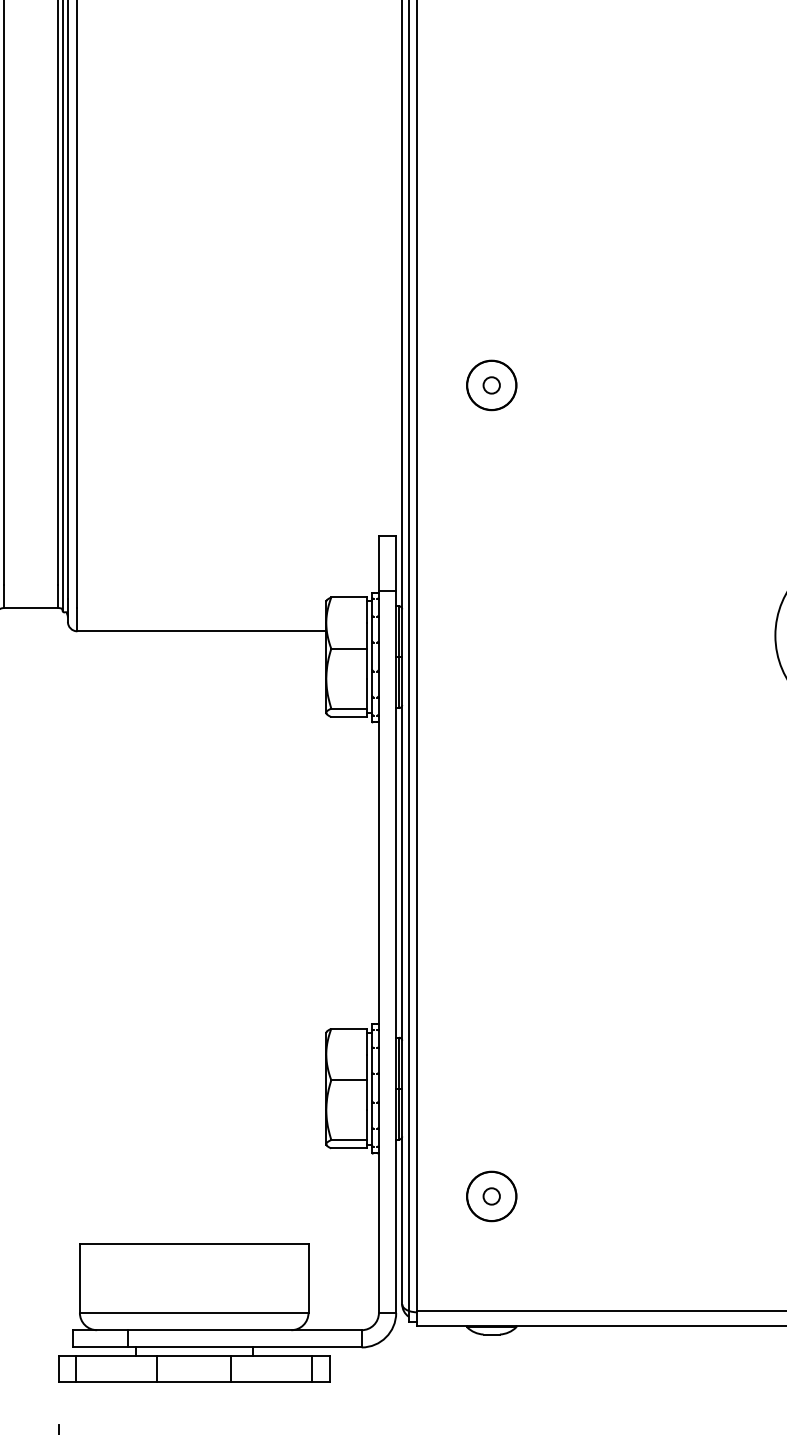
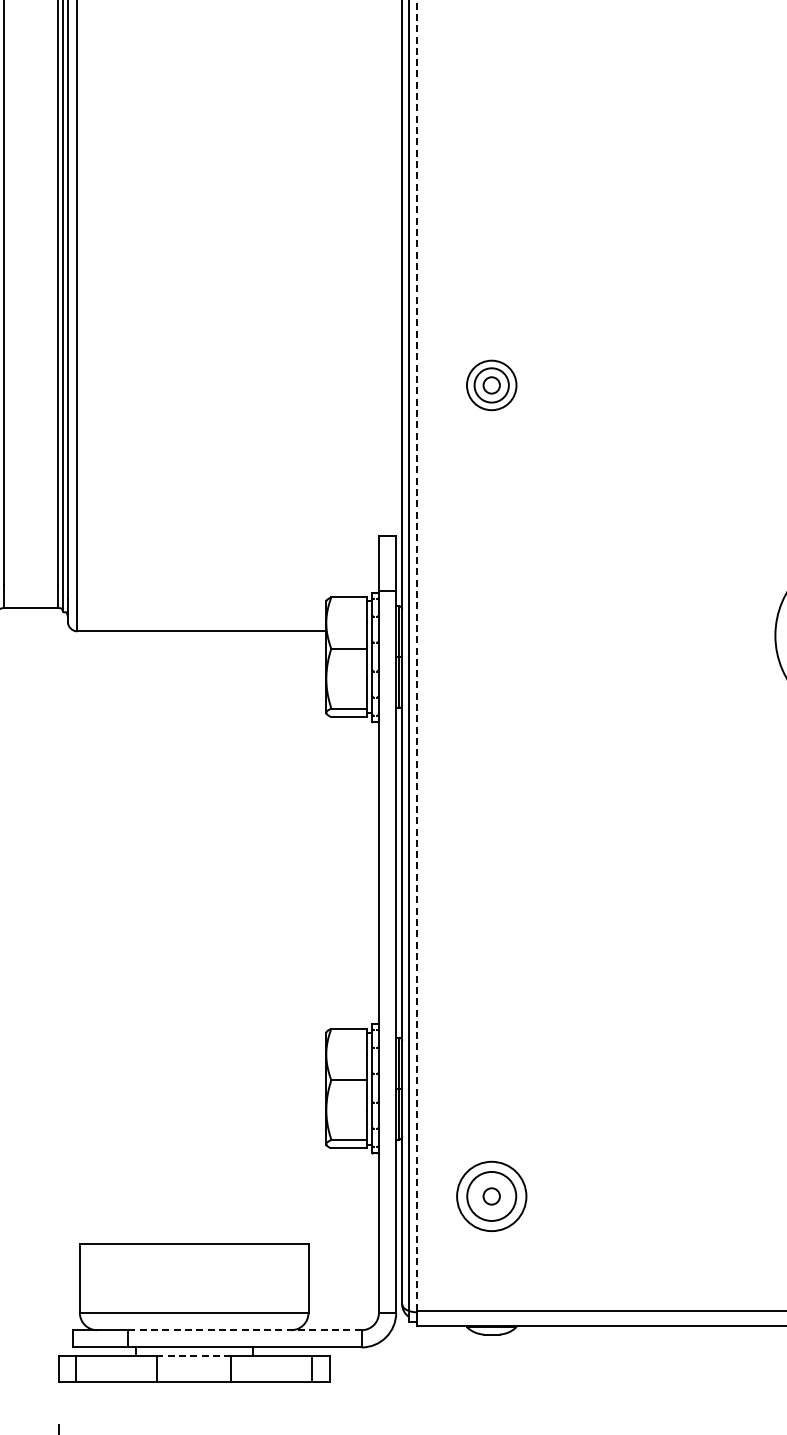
circle at (491, 384) diameter: 49 px -> 34 px
line at (417, 655): solid -> dashed
circle at (491, 1196) diameter: 50 px -> 69 px
line at (245, 1330): solid -> dashed
line at (193, 1356): solid -> dashed
